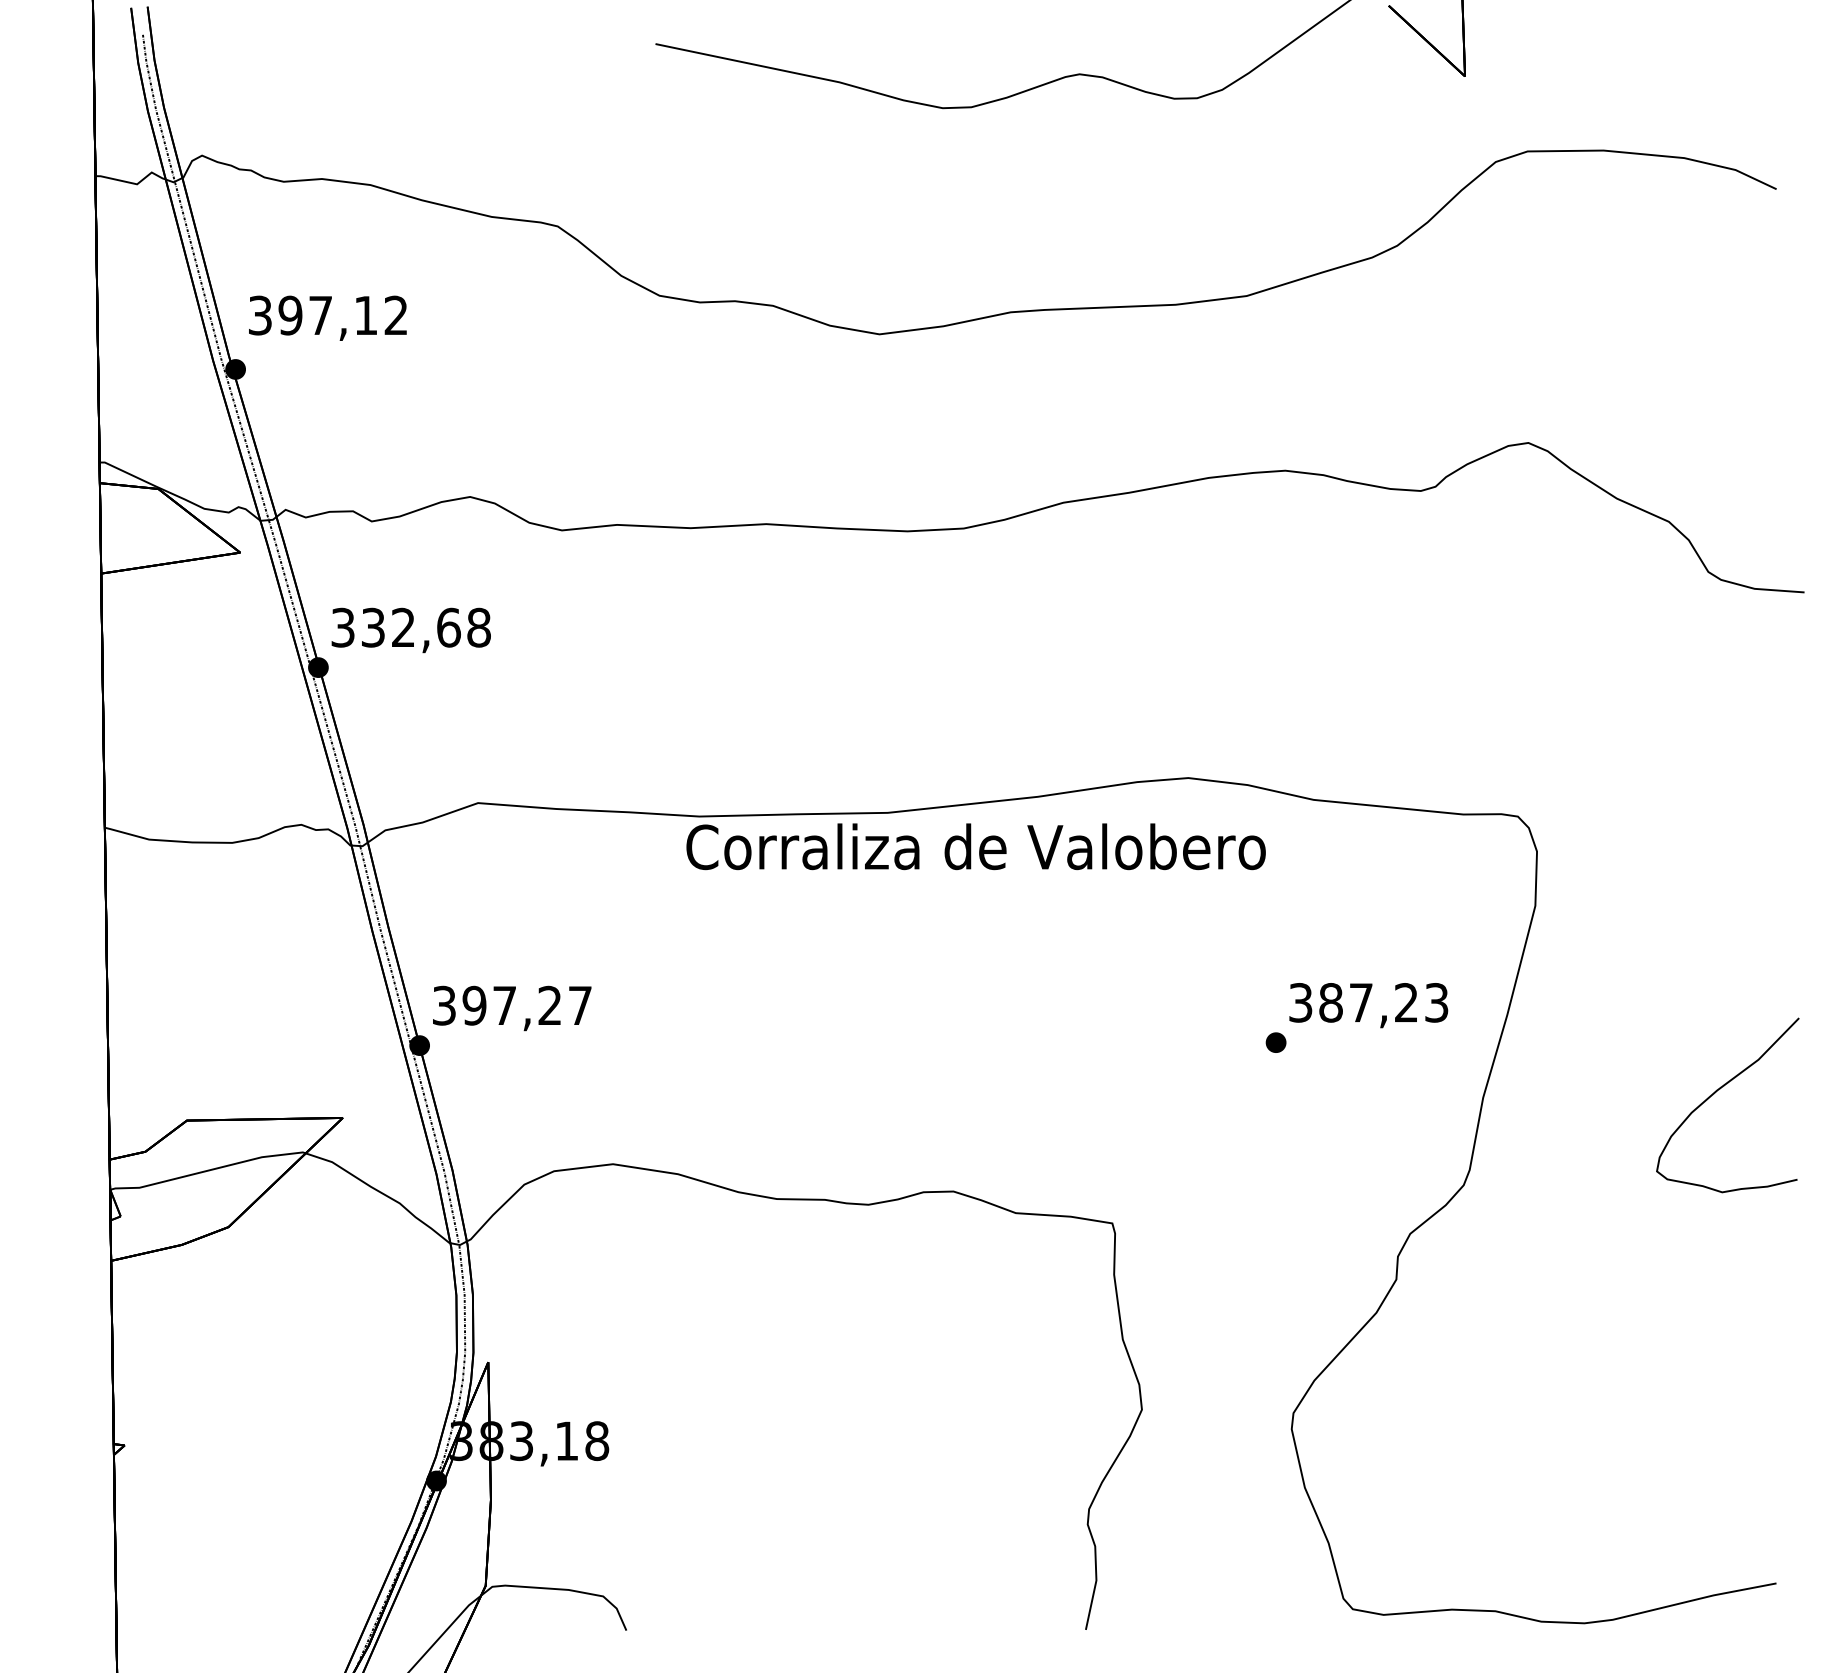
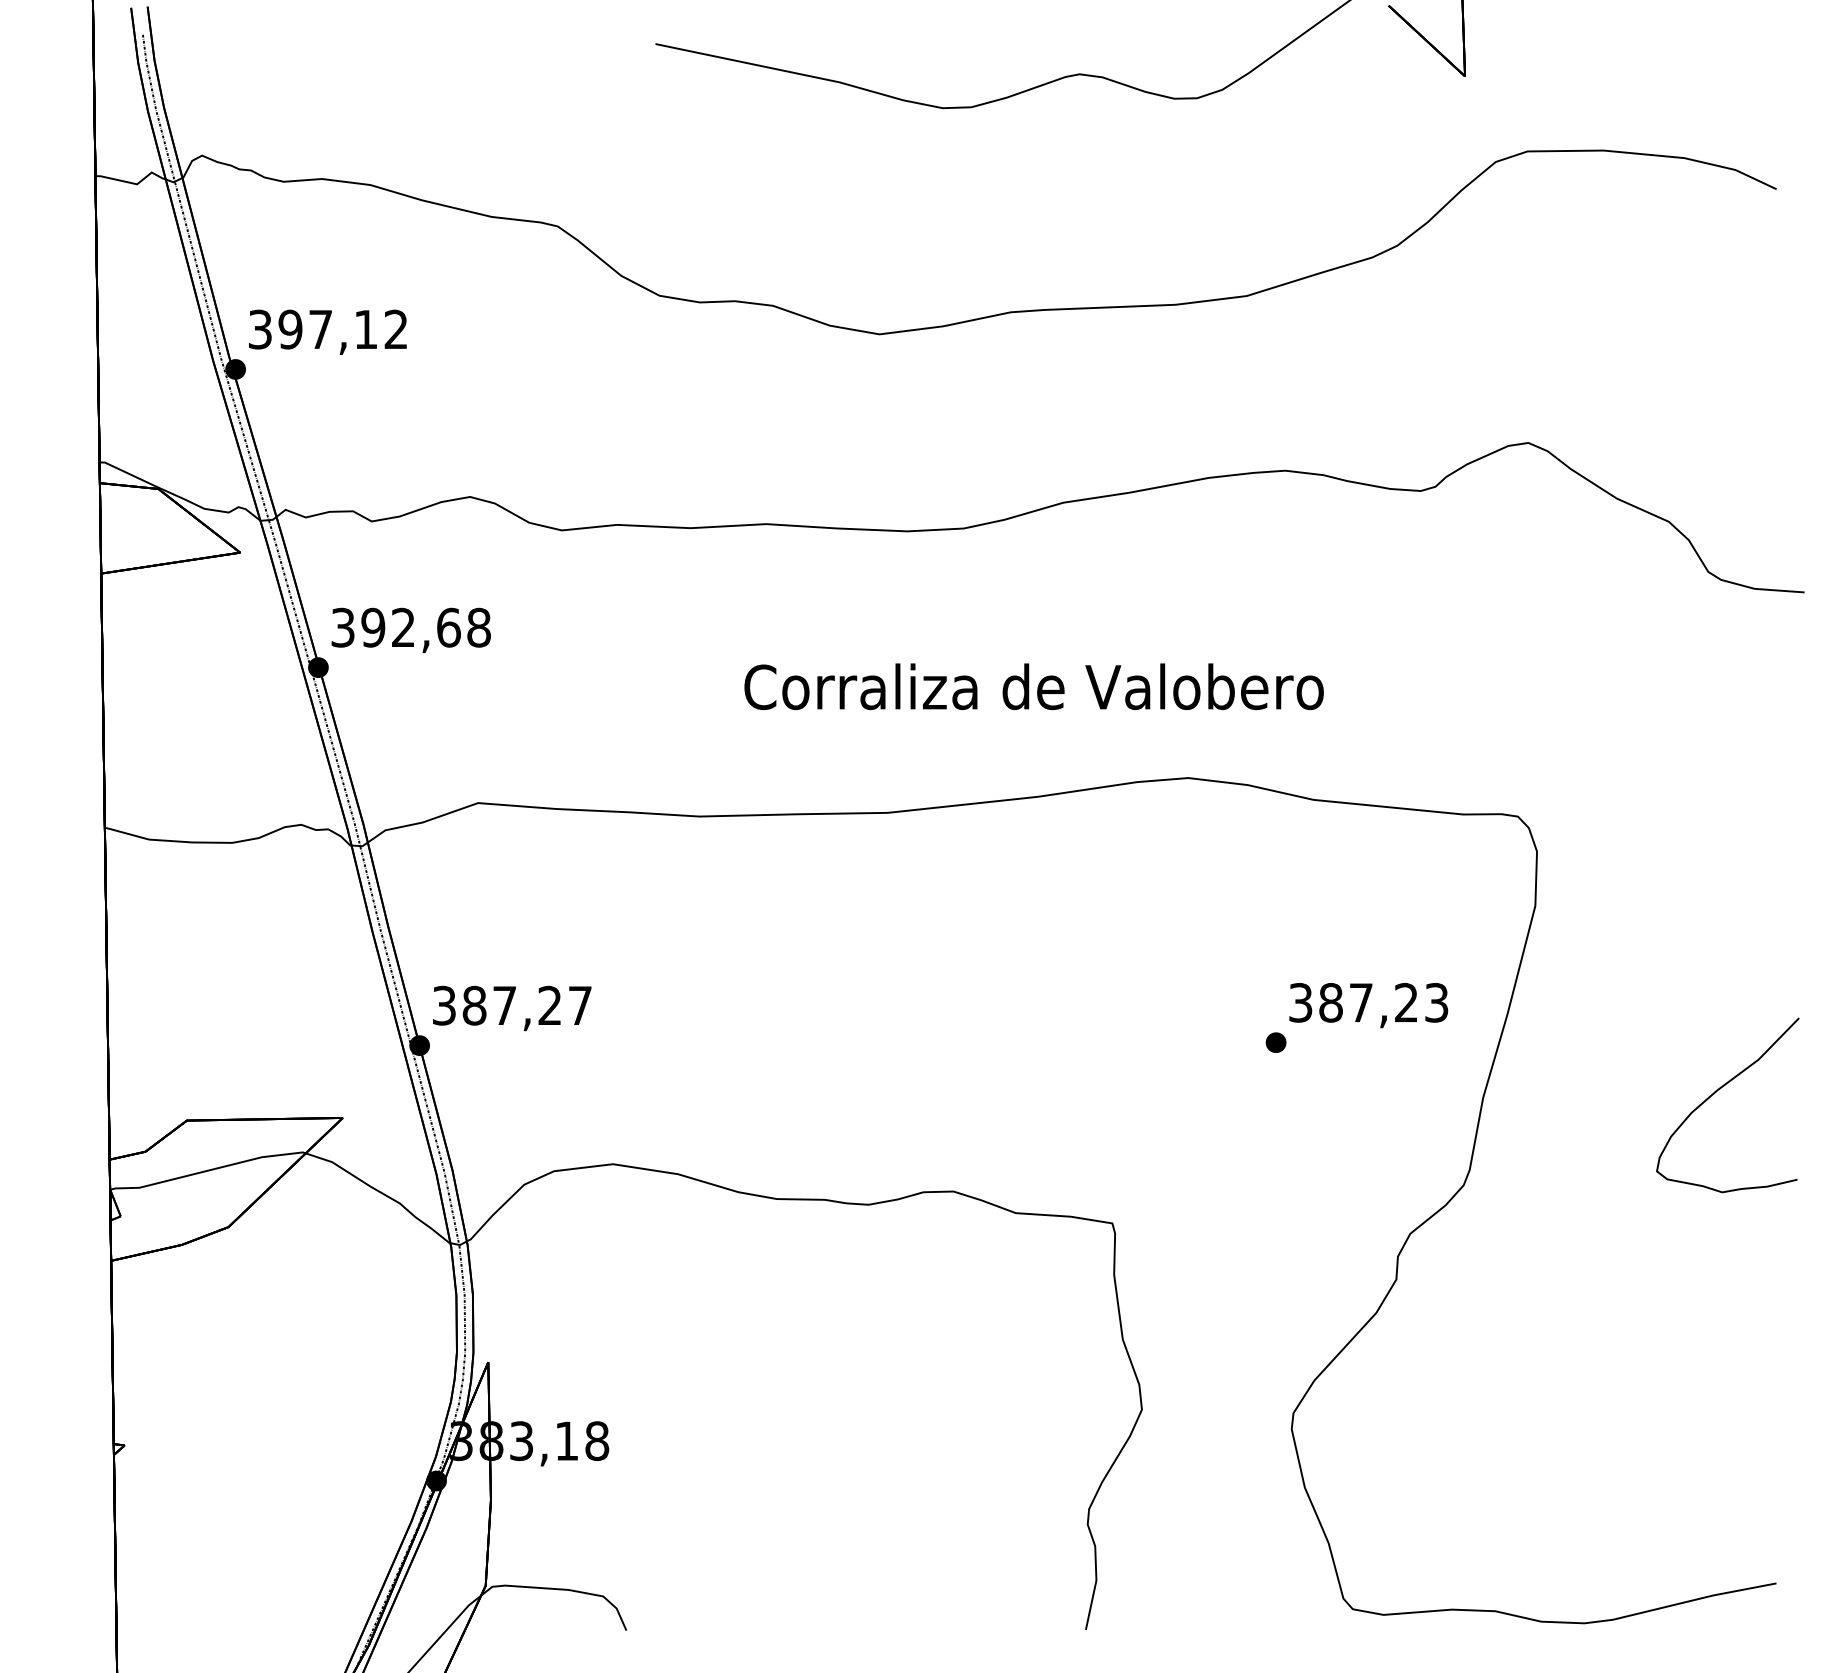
text at (327, 317) position: (327, 317) -> (327, 331)
text at (373, 627): 332,68 -> 392,68
text at (975, 846) position: (975, 846) -> (1033, 686)
text at (474, 1005): 397,27 -> 387,27
